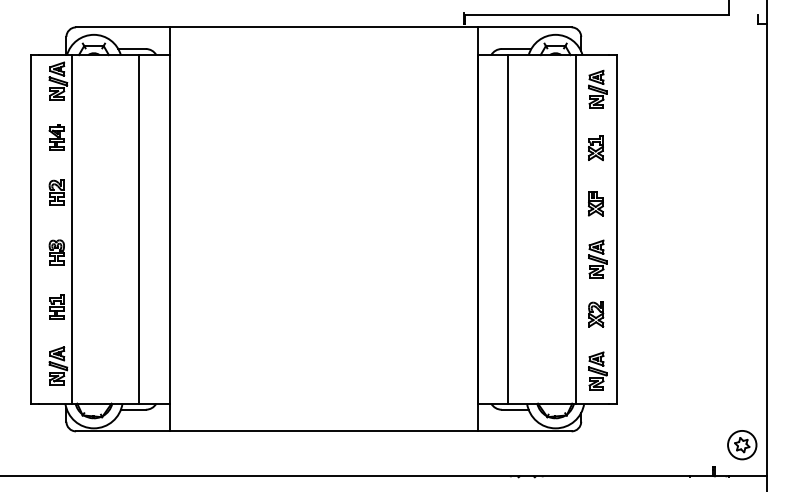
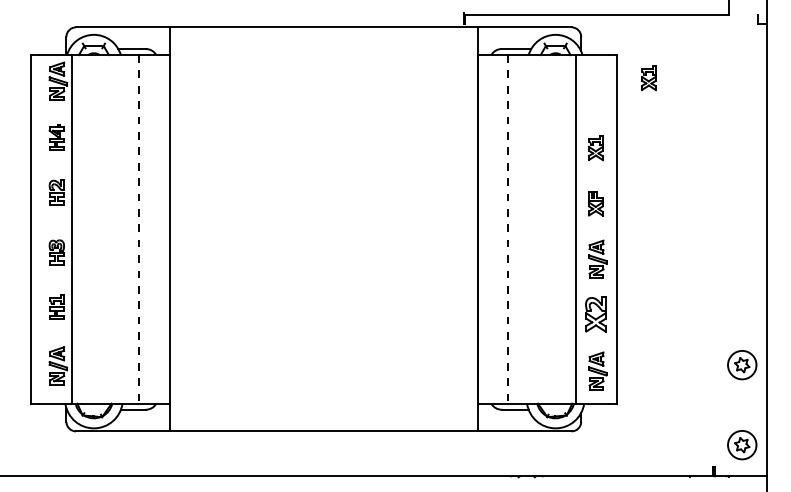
part at (648, 78): none -> present
part at (597, 88): present -> none
line at (139, 229): solid -> dashed
line at (508, 229): solid -> dashed
part at (596, 314) size: 17x27 px -> 22x37 px
part at (742, 365): none -> present
